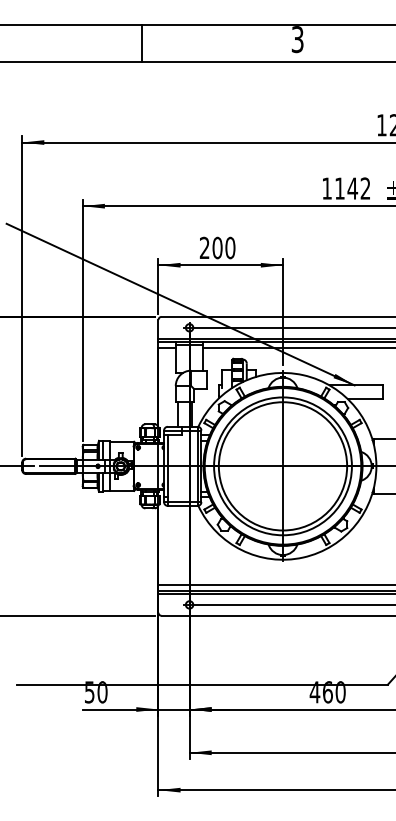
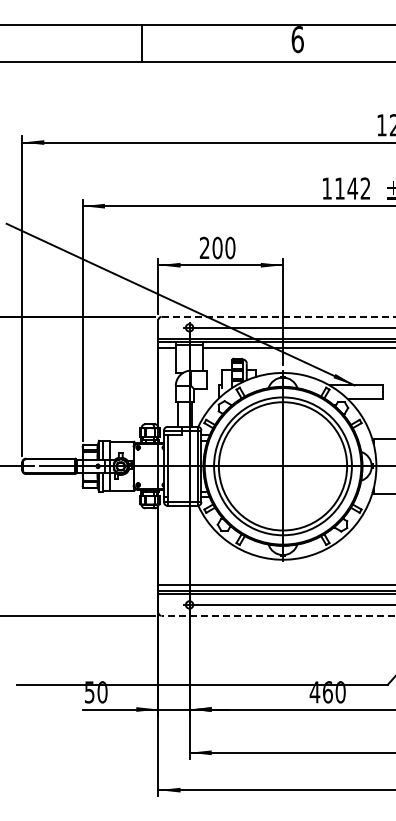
text at (297, 39): 3 -> 6
line at (278, 316): solid -> dashed
line at (278, 615): solid -> dashed
